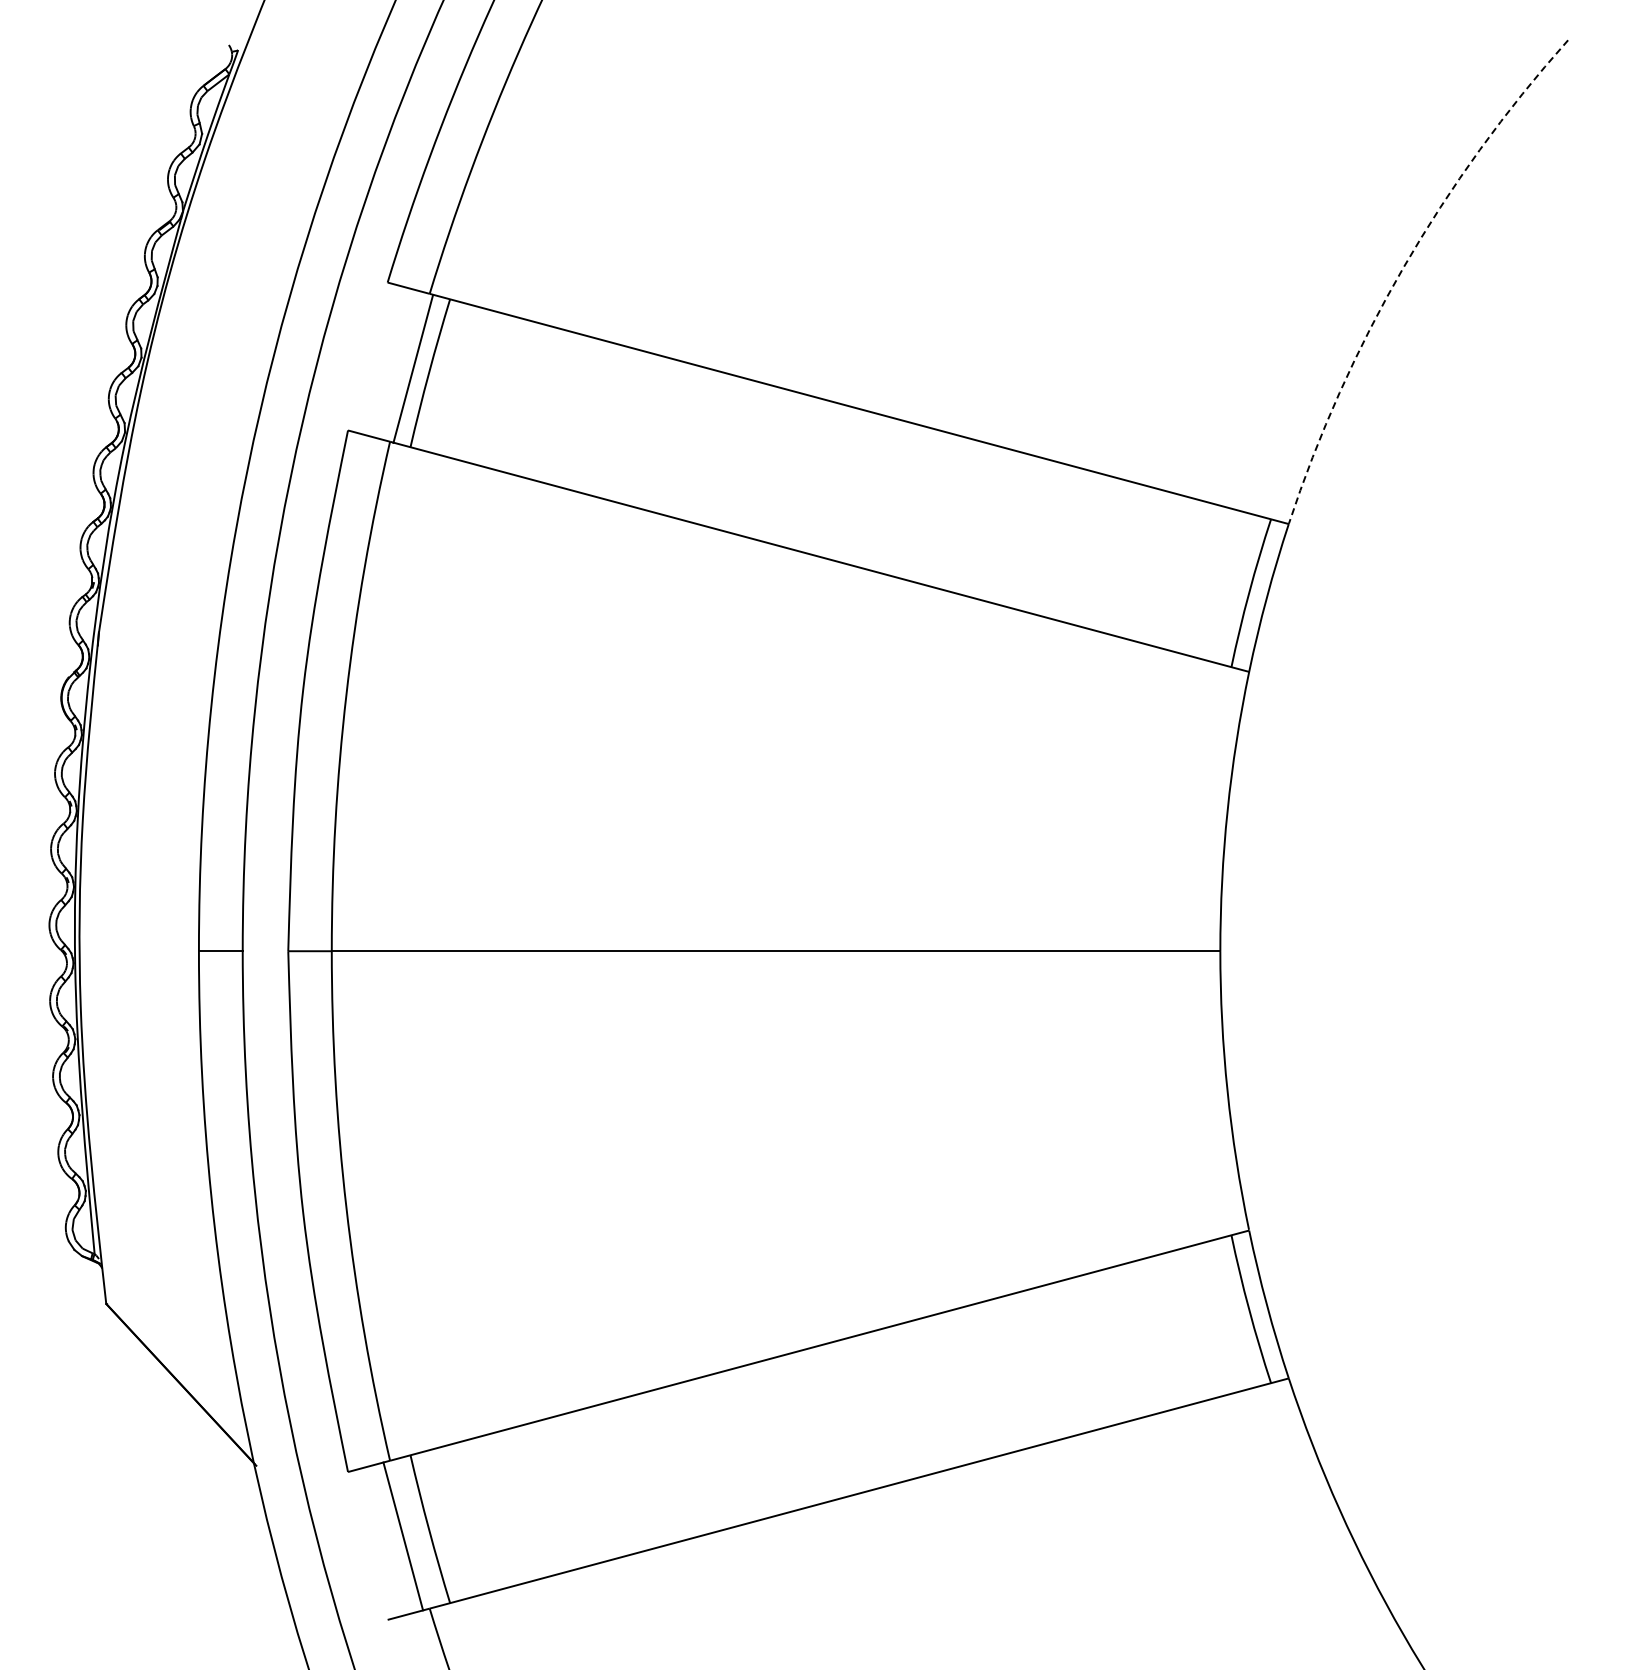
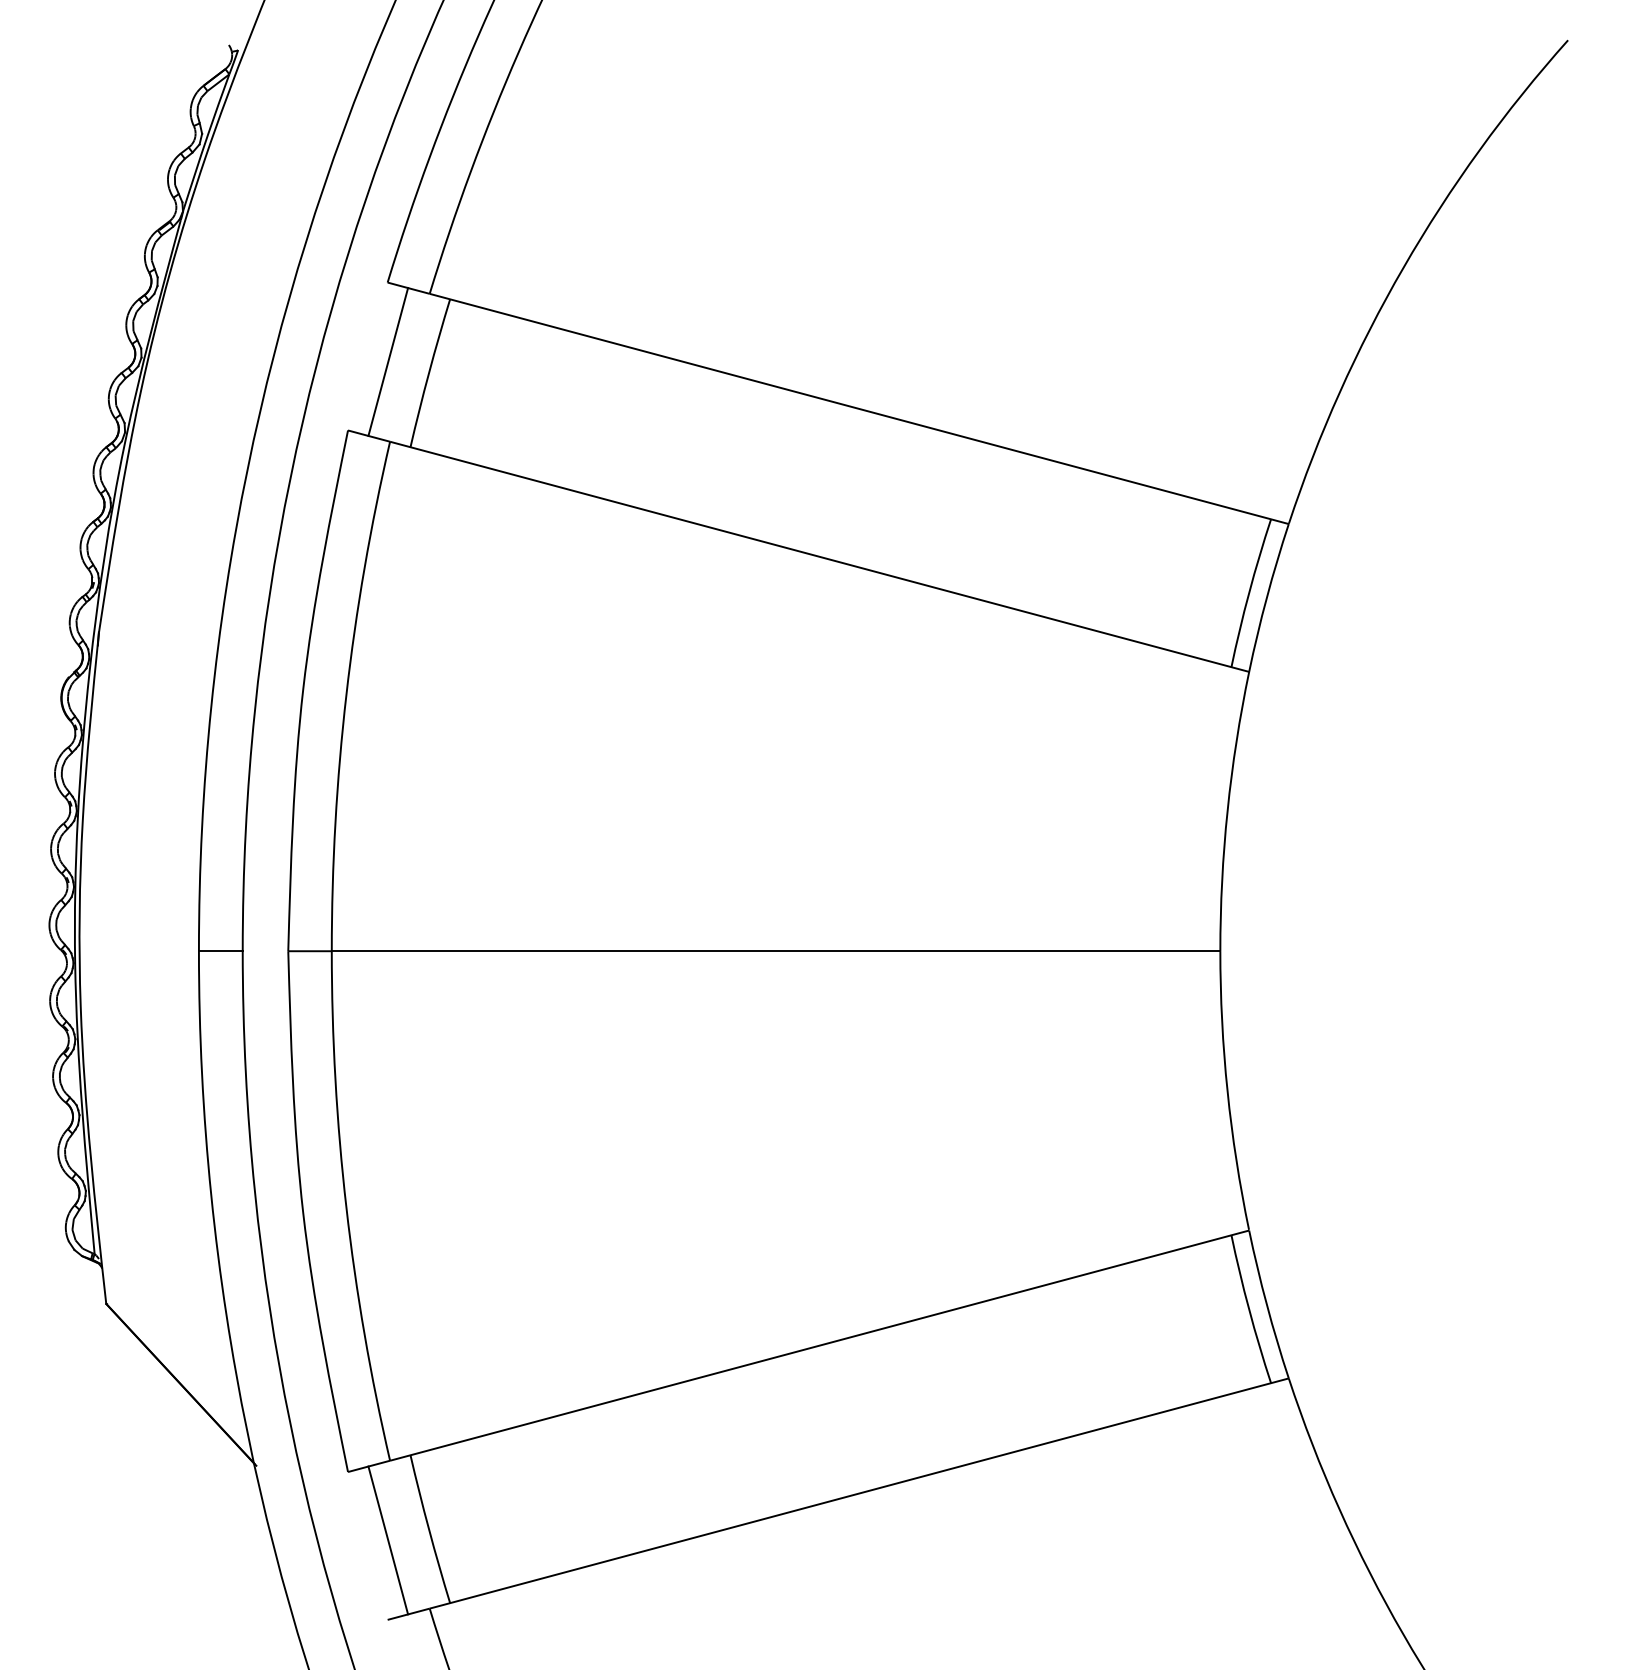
arc at (1403, 267): dashed -> solid
line at (413, 368) position: (413, 368) -> (388, 361)
line at (403, 1536) position: (403, 1536) -> (388, 1540)
